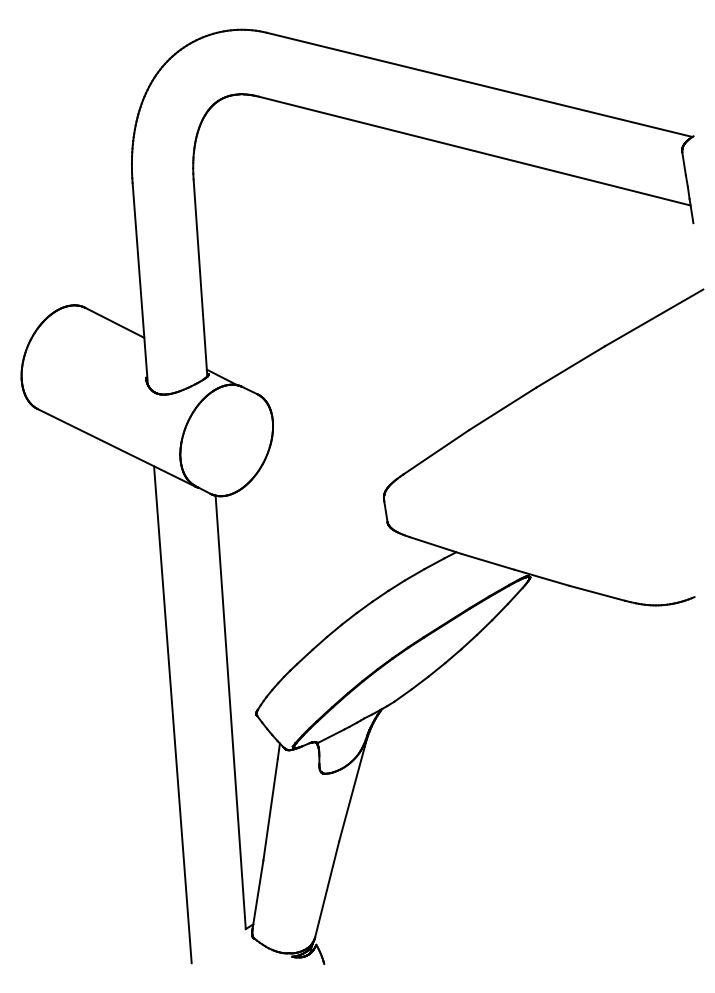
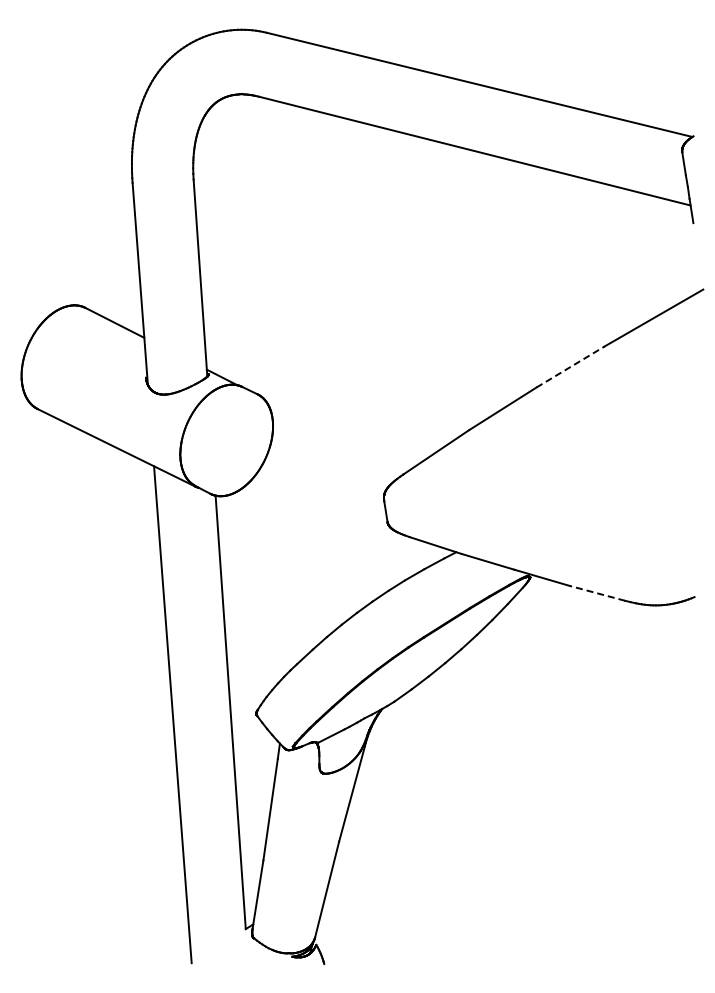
line at (570, 366): solid -> dashed
line at (597, 593): solid -> dashed
